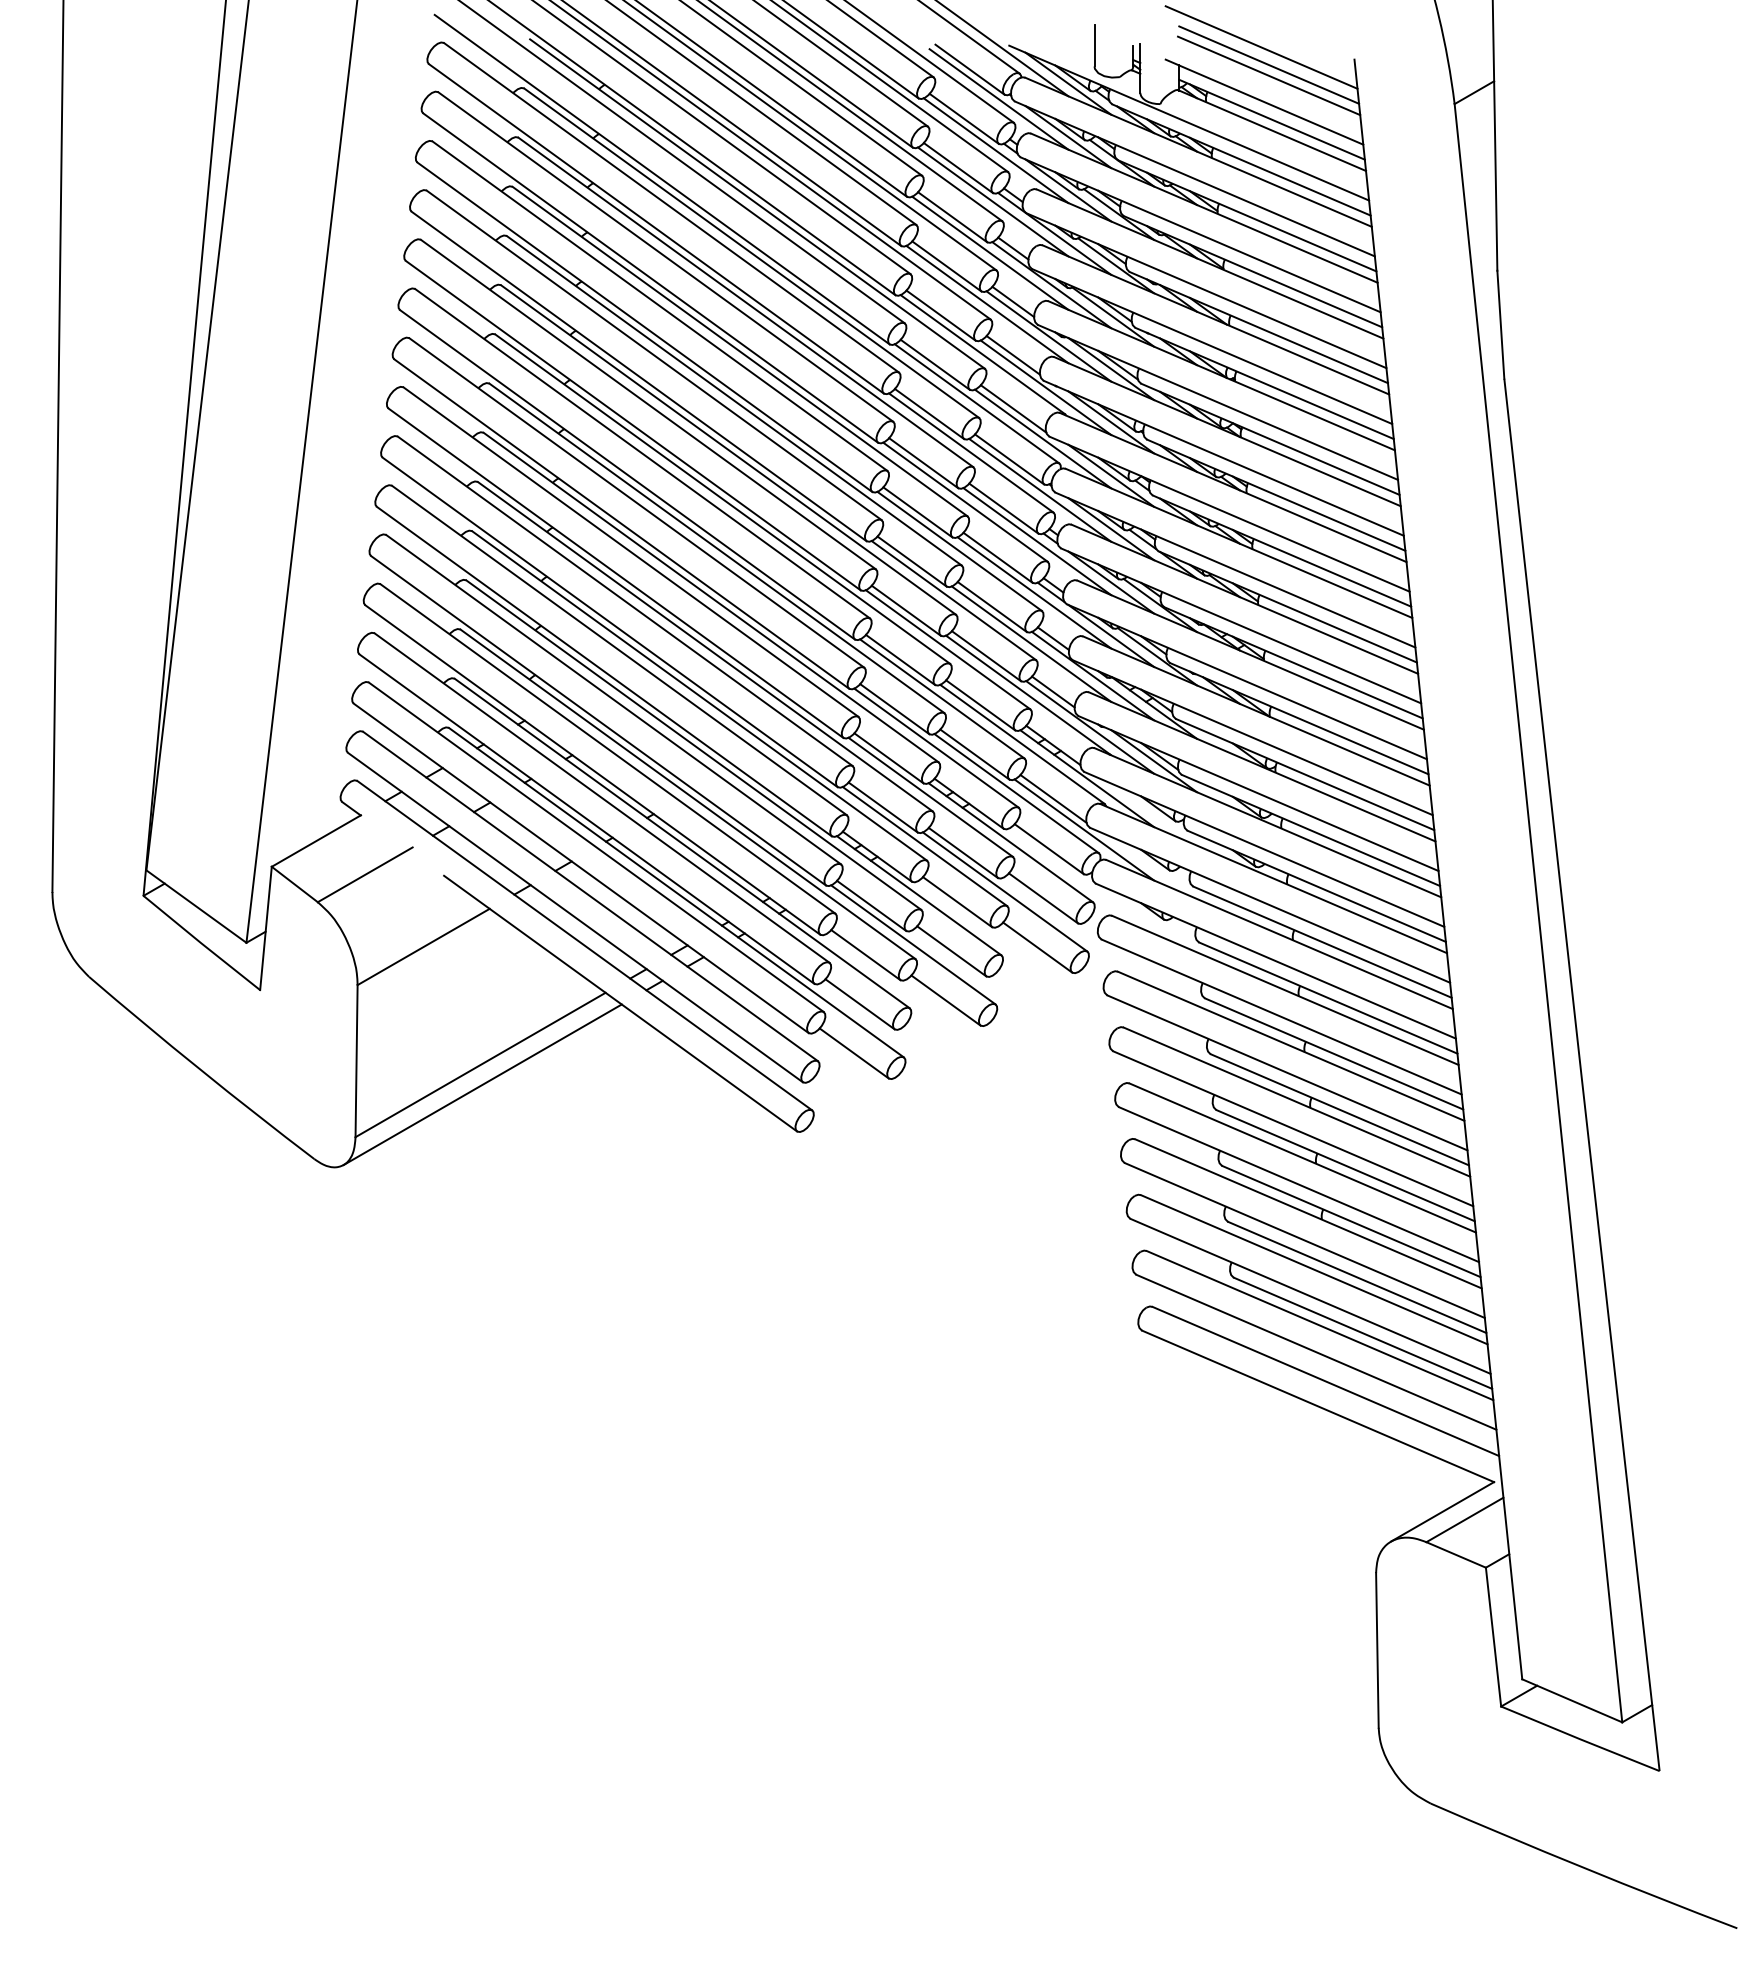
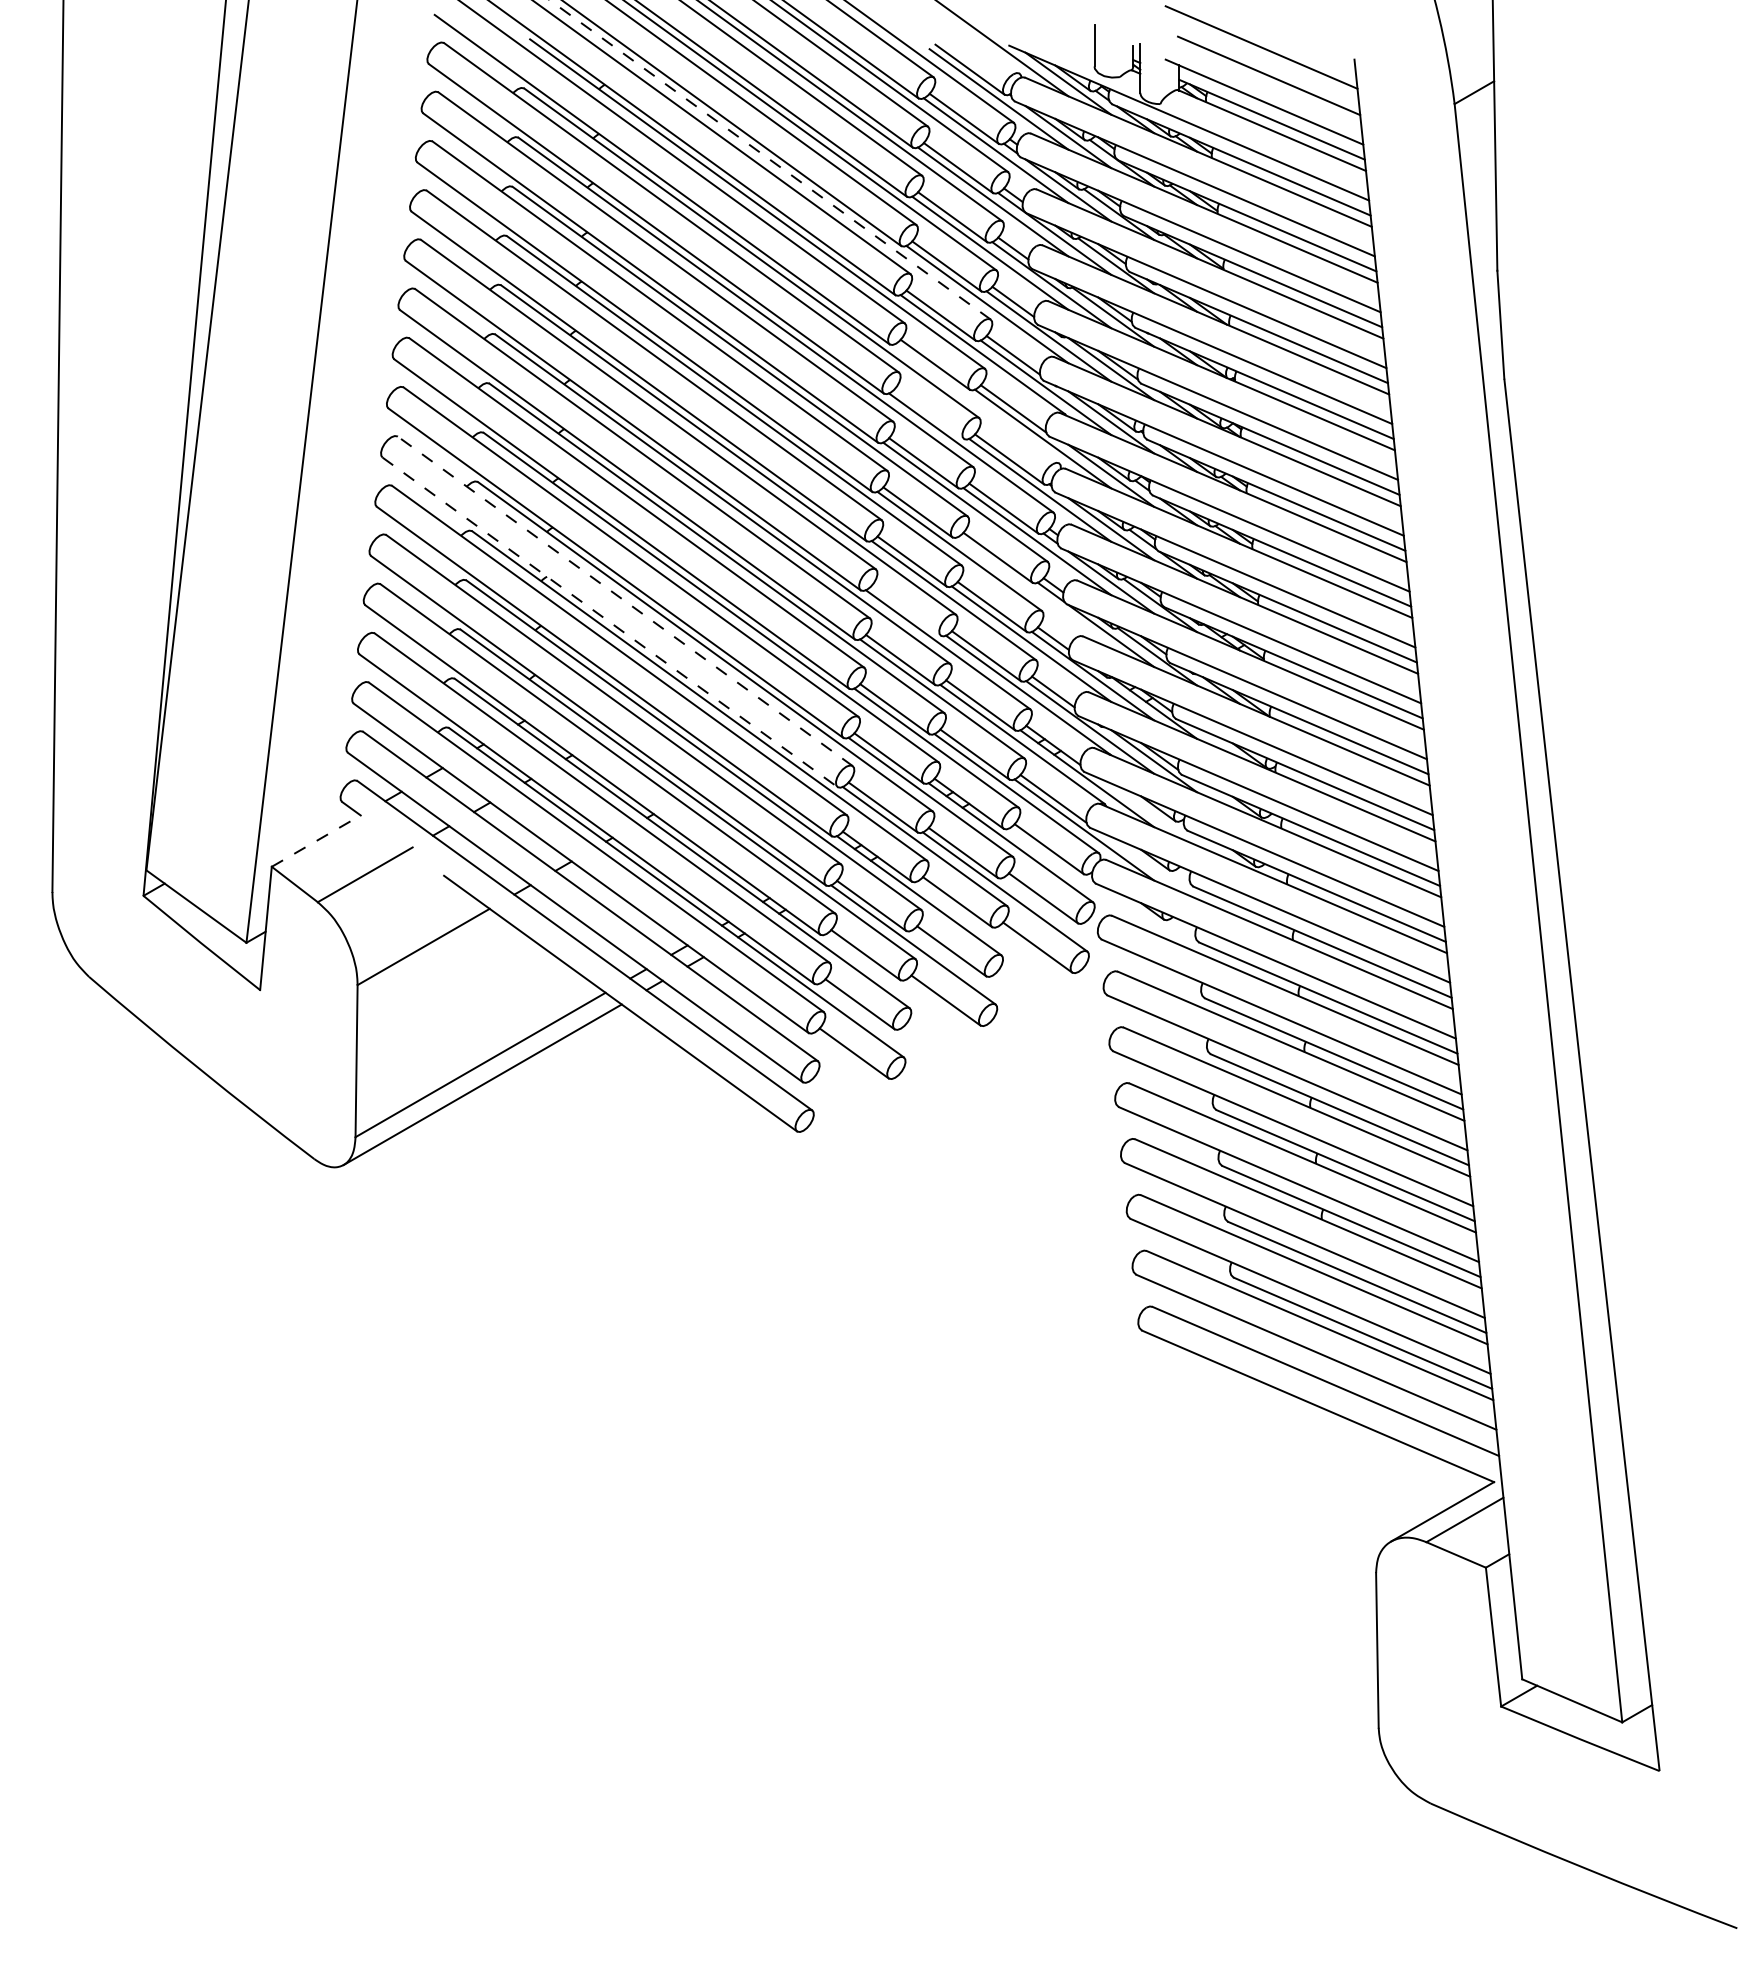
line at (969, 37): present -> none
line at (1269, 64): present -> none
line at (769, 159): solid -> dashed
line at (976, 403): present -> none
line at (928, 414): present -> none
line at (1034, 592): present -> none
line at (625, 601): solid -> dashed
line at (905, 610): present -> none
line at (610, 622): solid -> dashed
line at (316, 841): solid -> dashed
